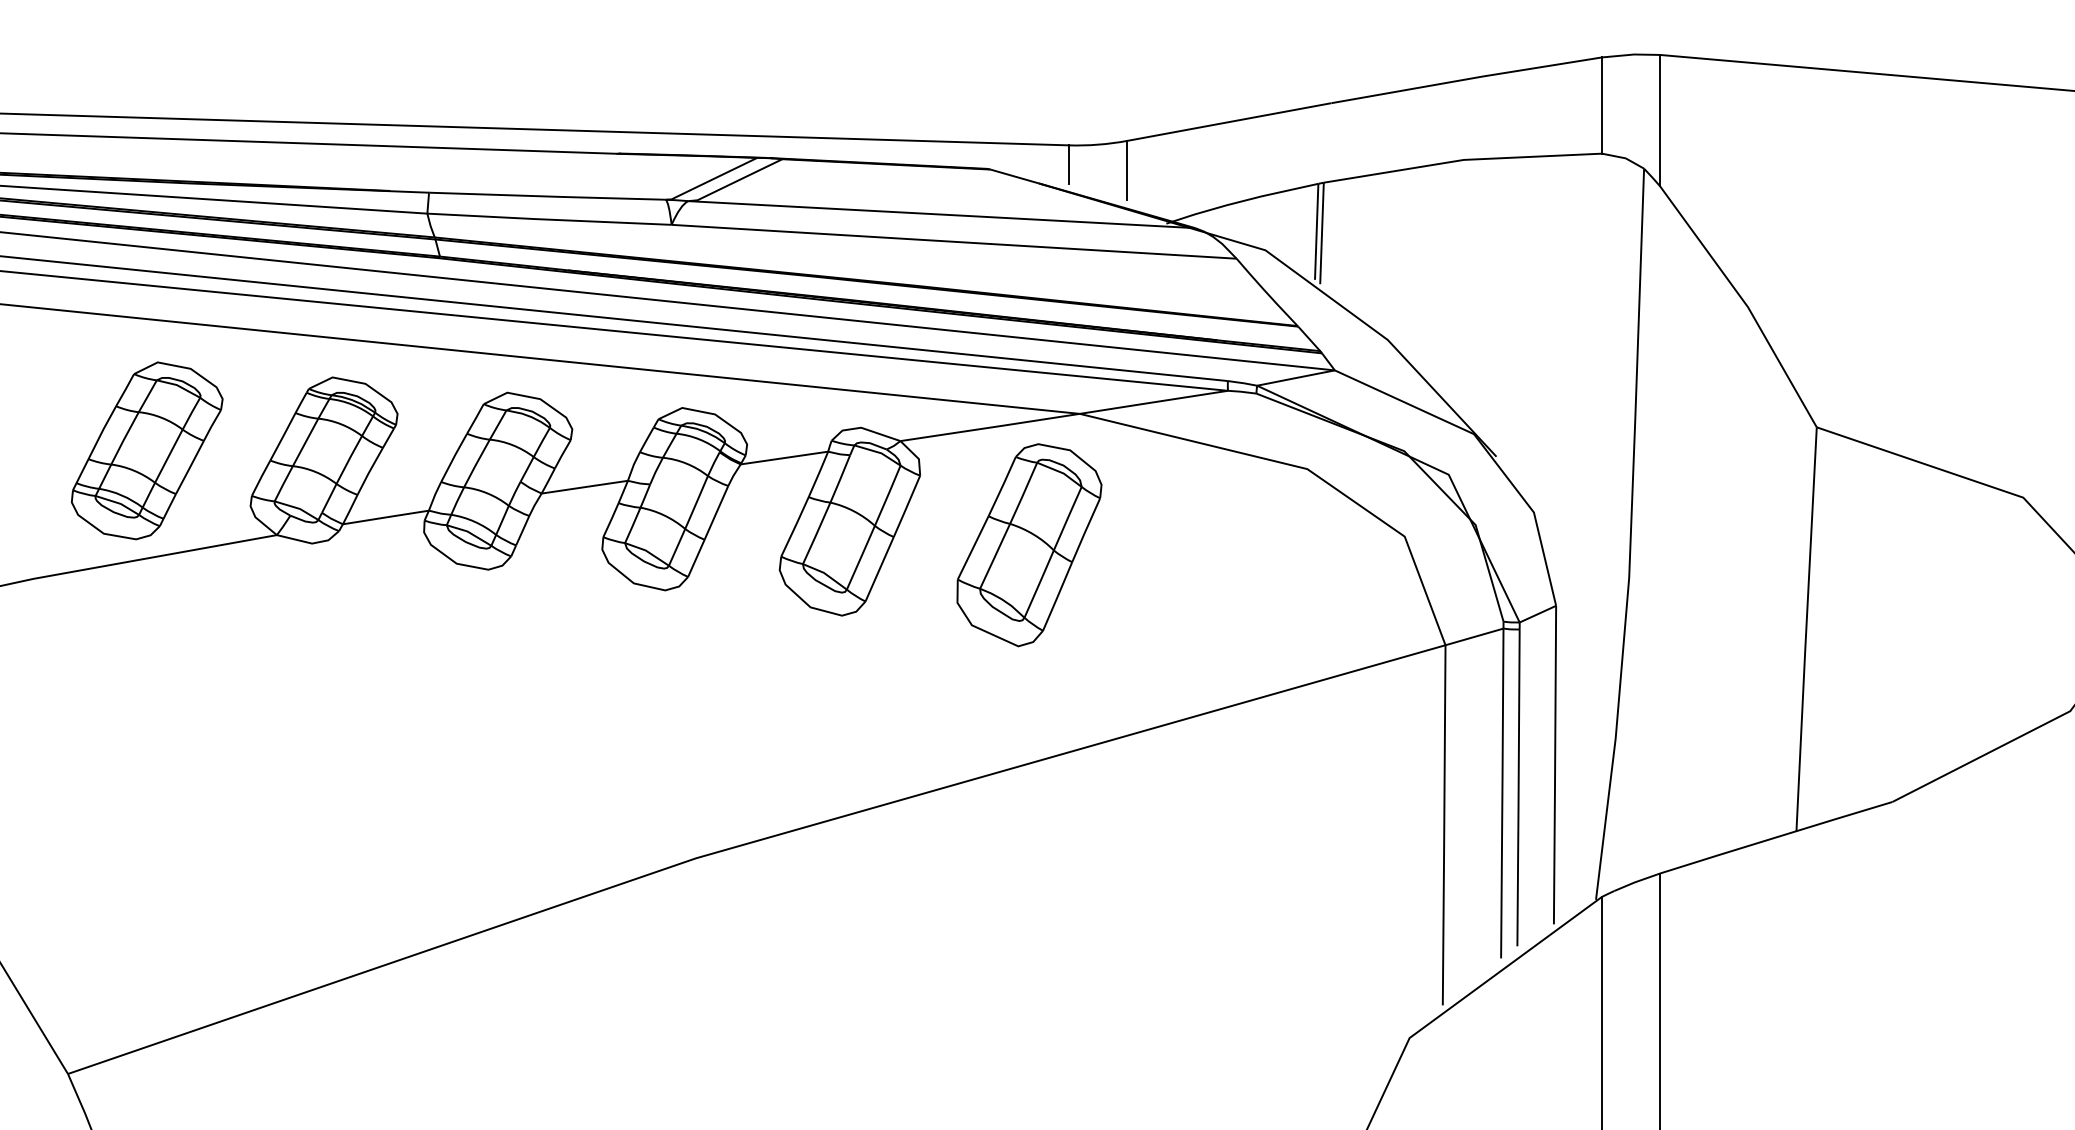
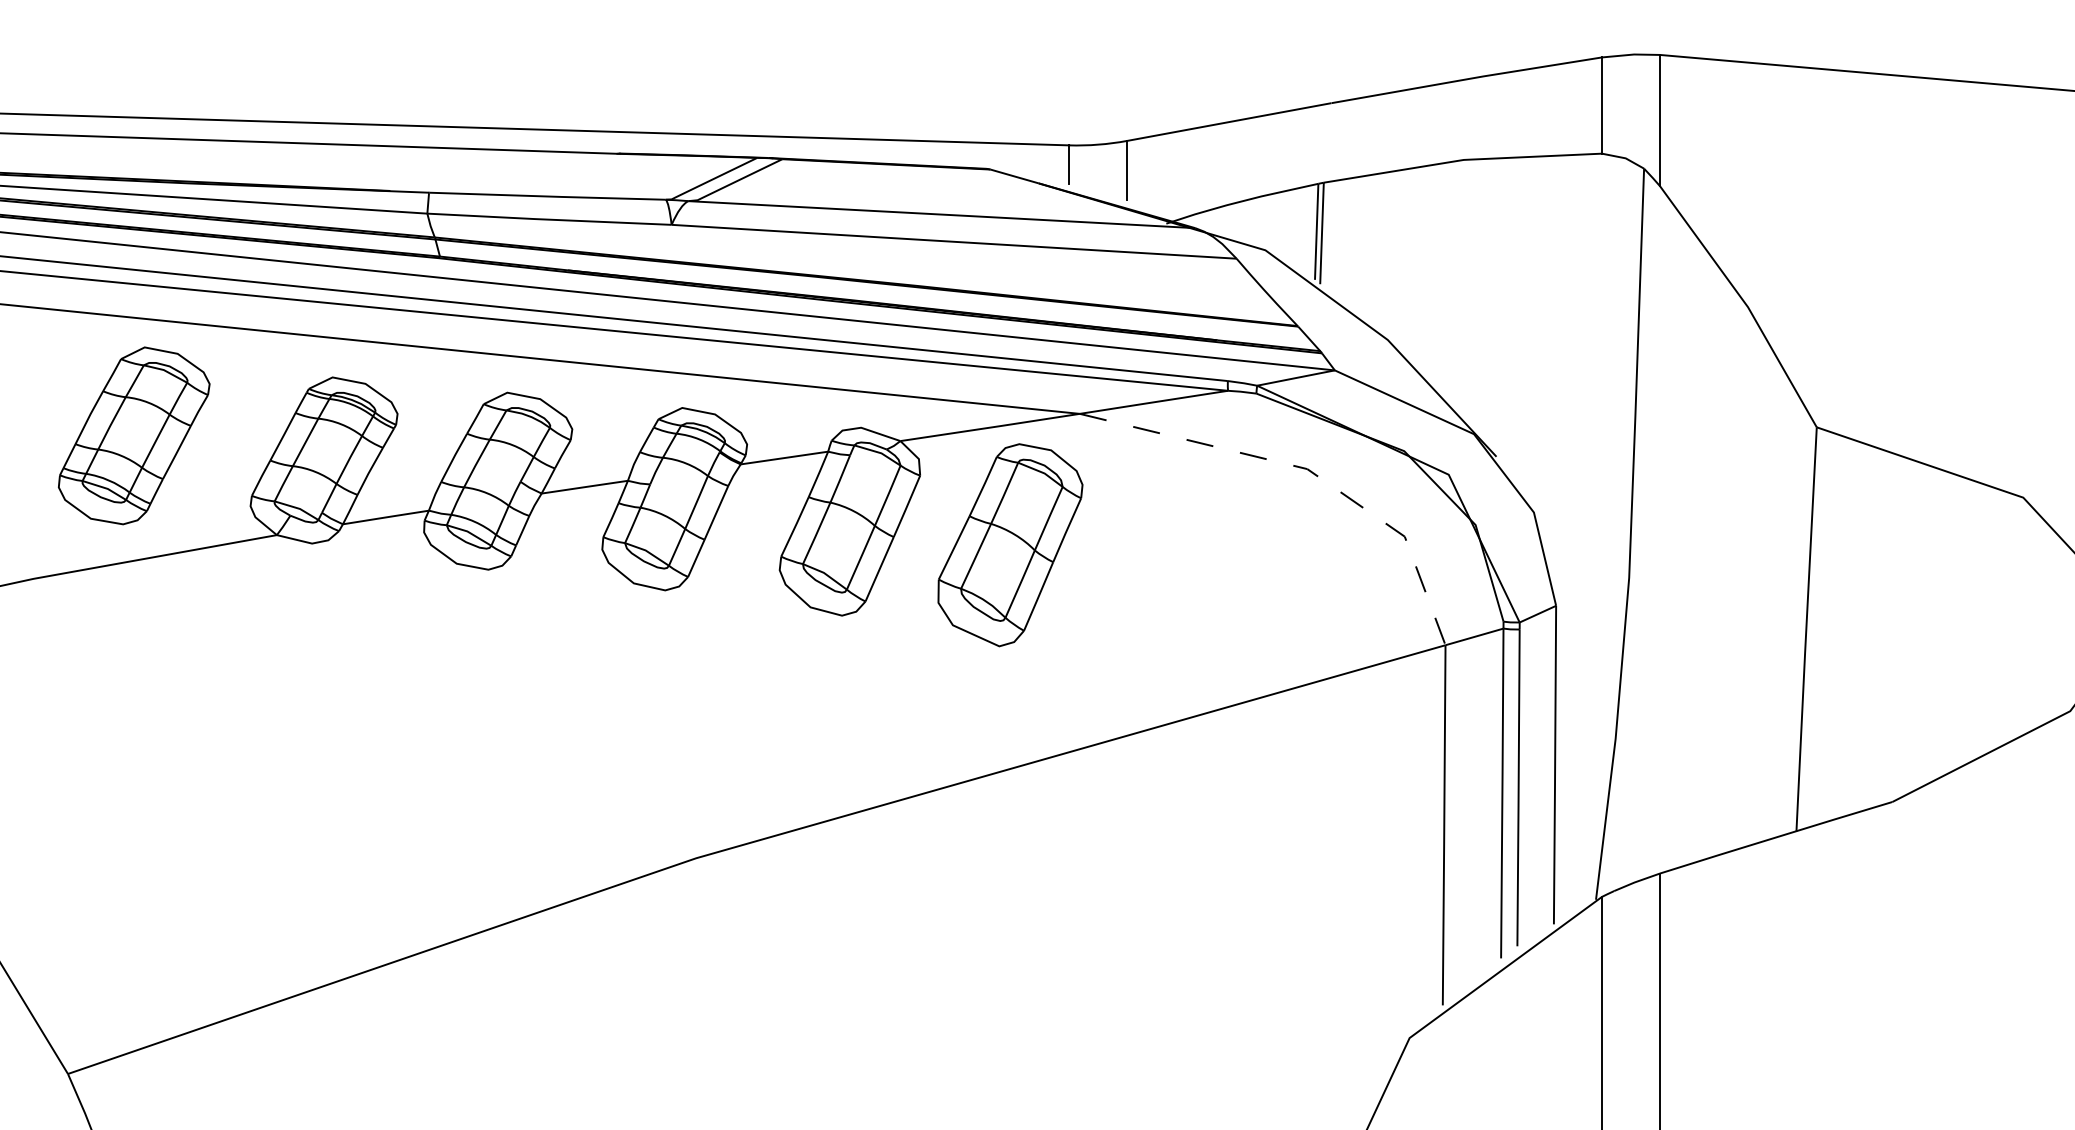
part at (147, 450) position: (147, 450) -> (134, 435)
line at (1307, 469): solid -> dashed
part at (1029, 545) position: (1029, 545) -> (1010, 545)
